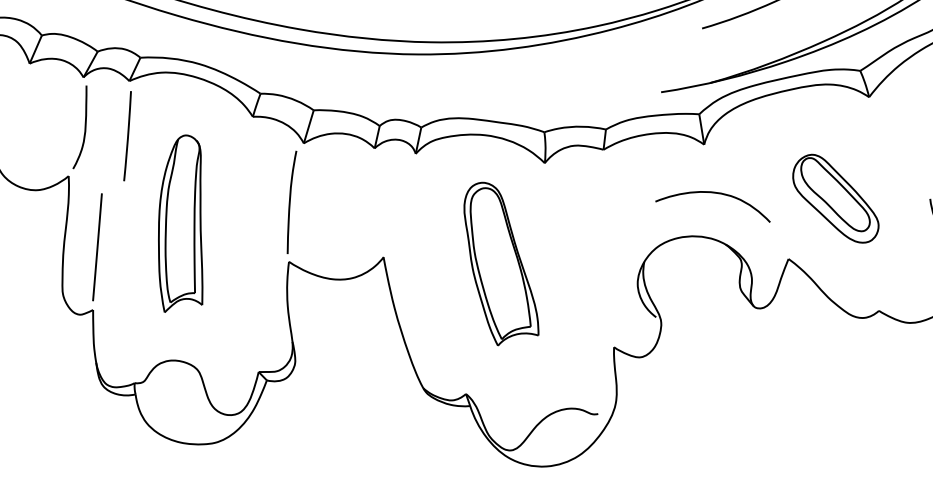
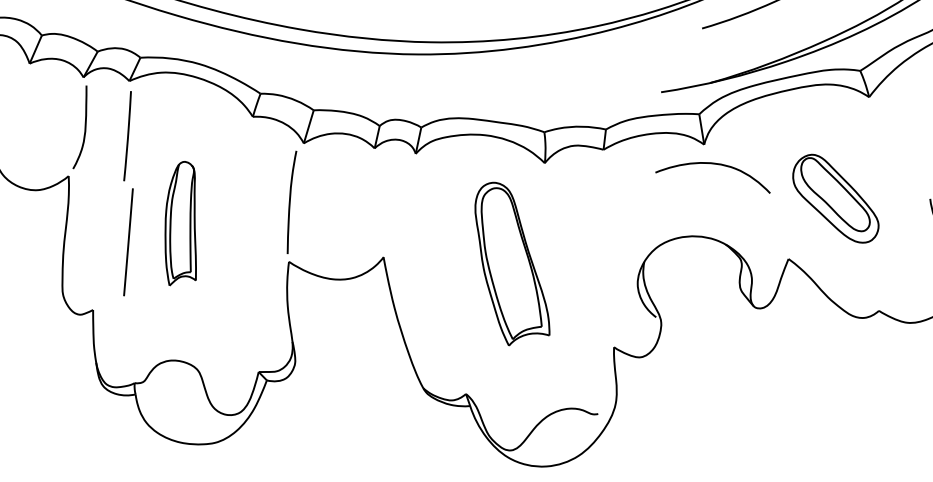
curve at (712, 193) position: (712, 193) -> (712, 164)
part at (180, 223) size: 46x179 px -> 33x126 px
line at (97, 247) position: (97, 247) -> (128, 242)
part at (501, 263) position: (501, 263) -> (512, 263)
